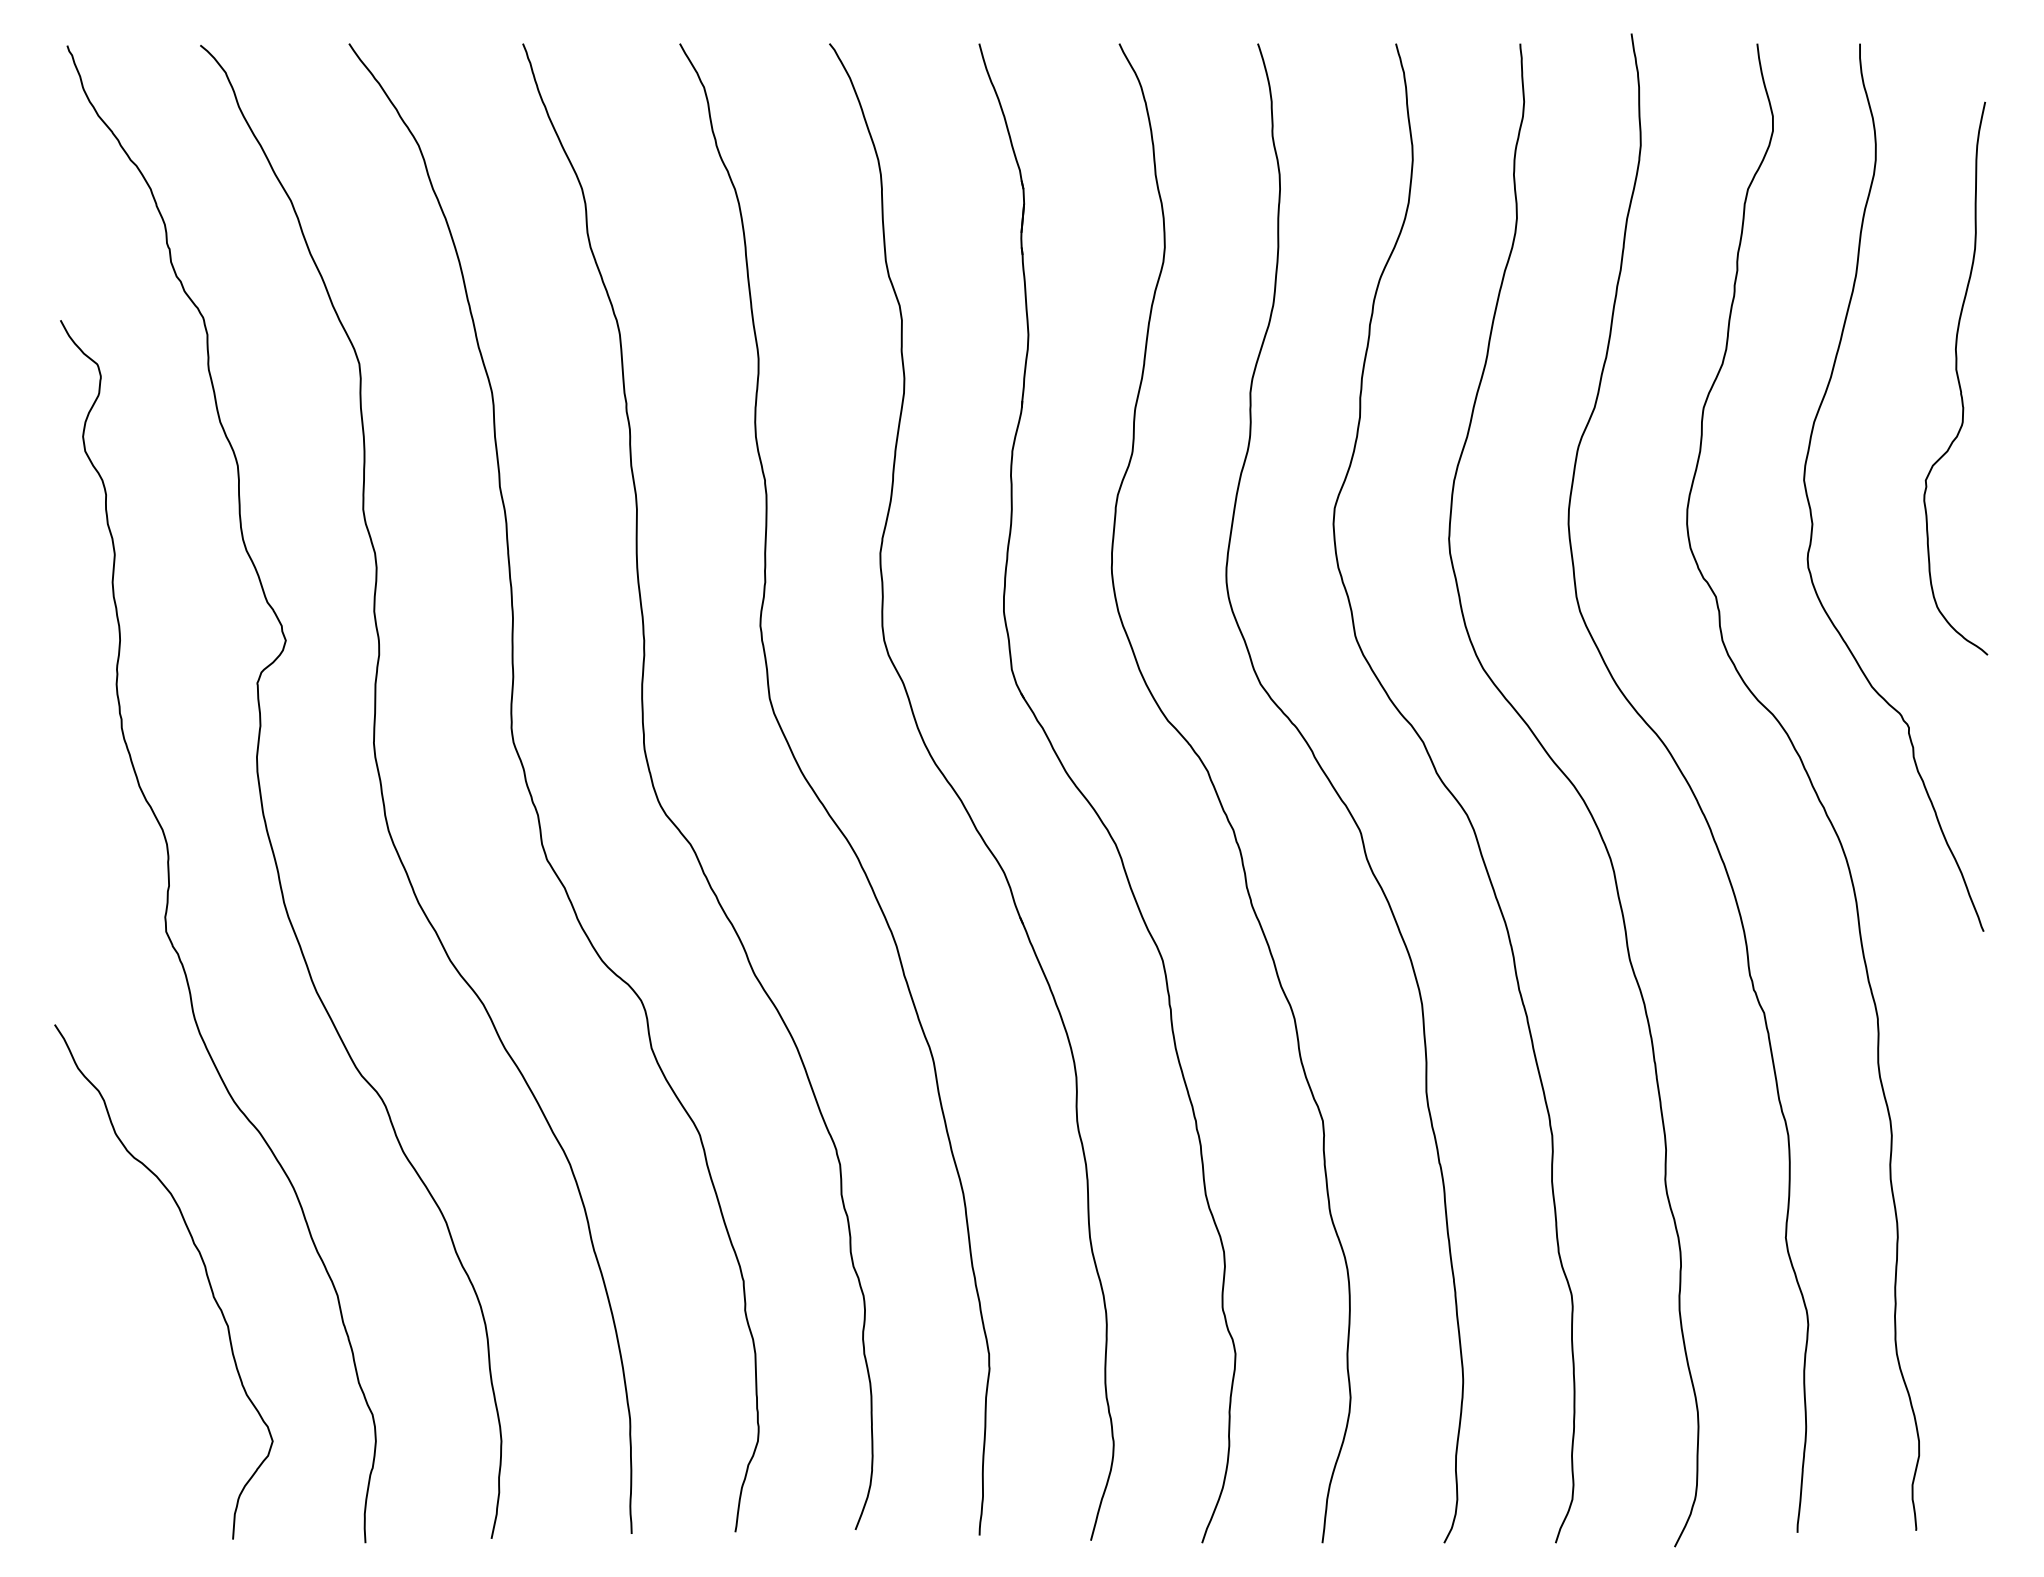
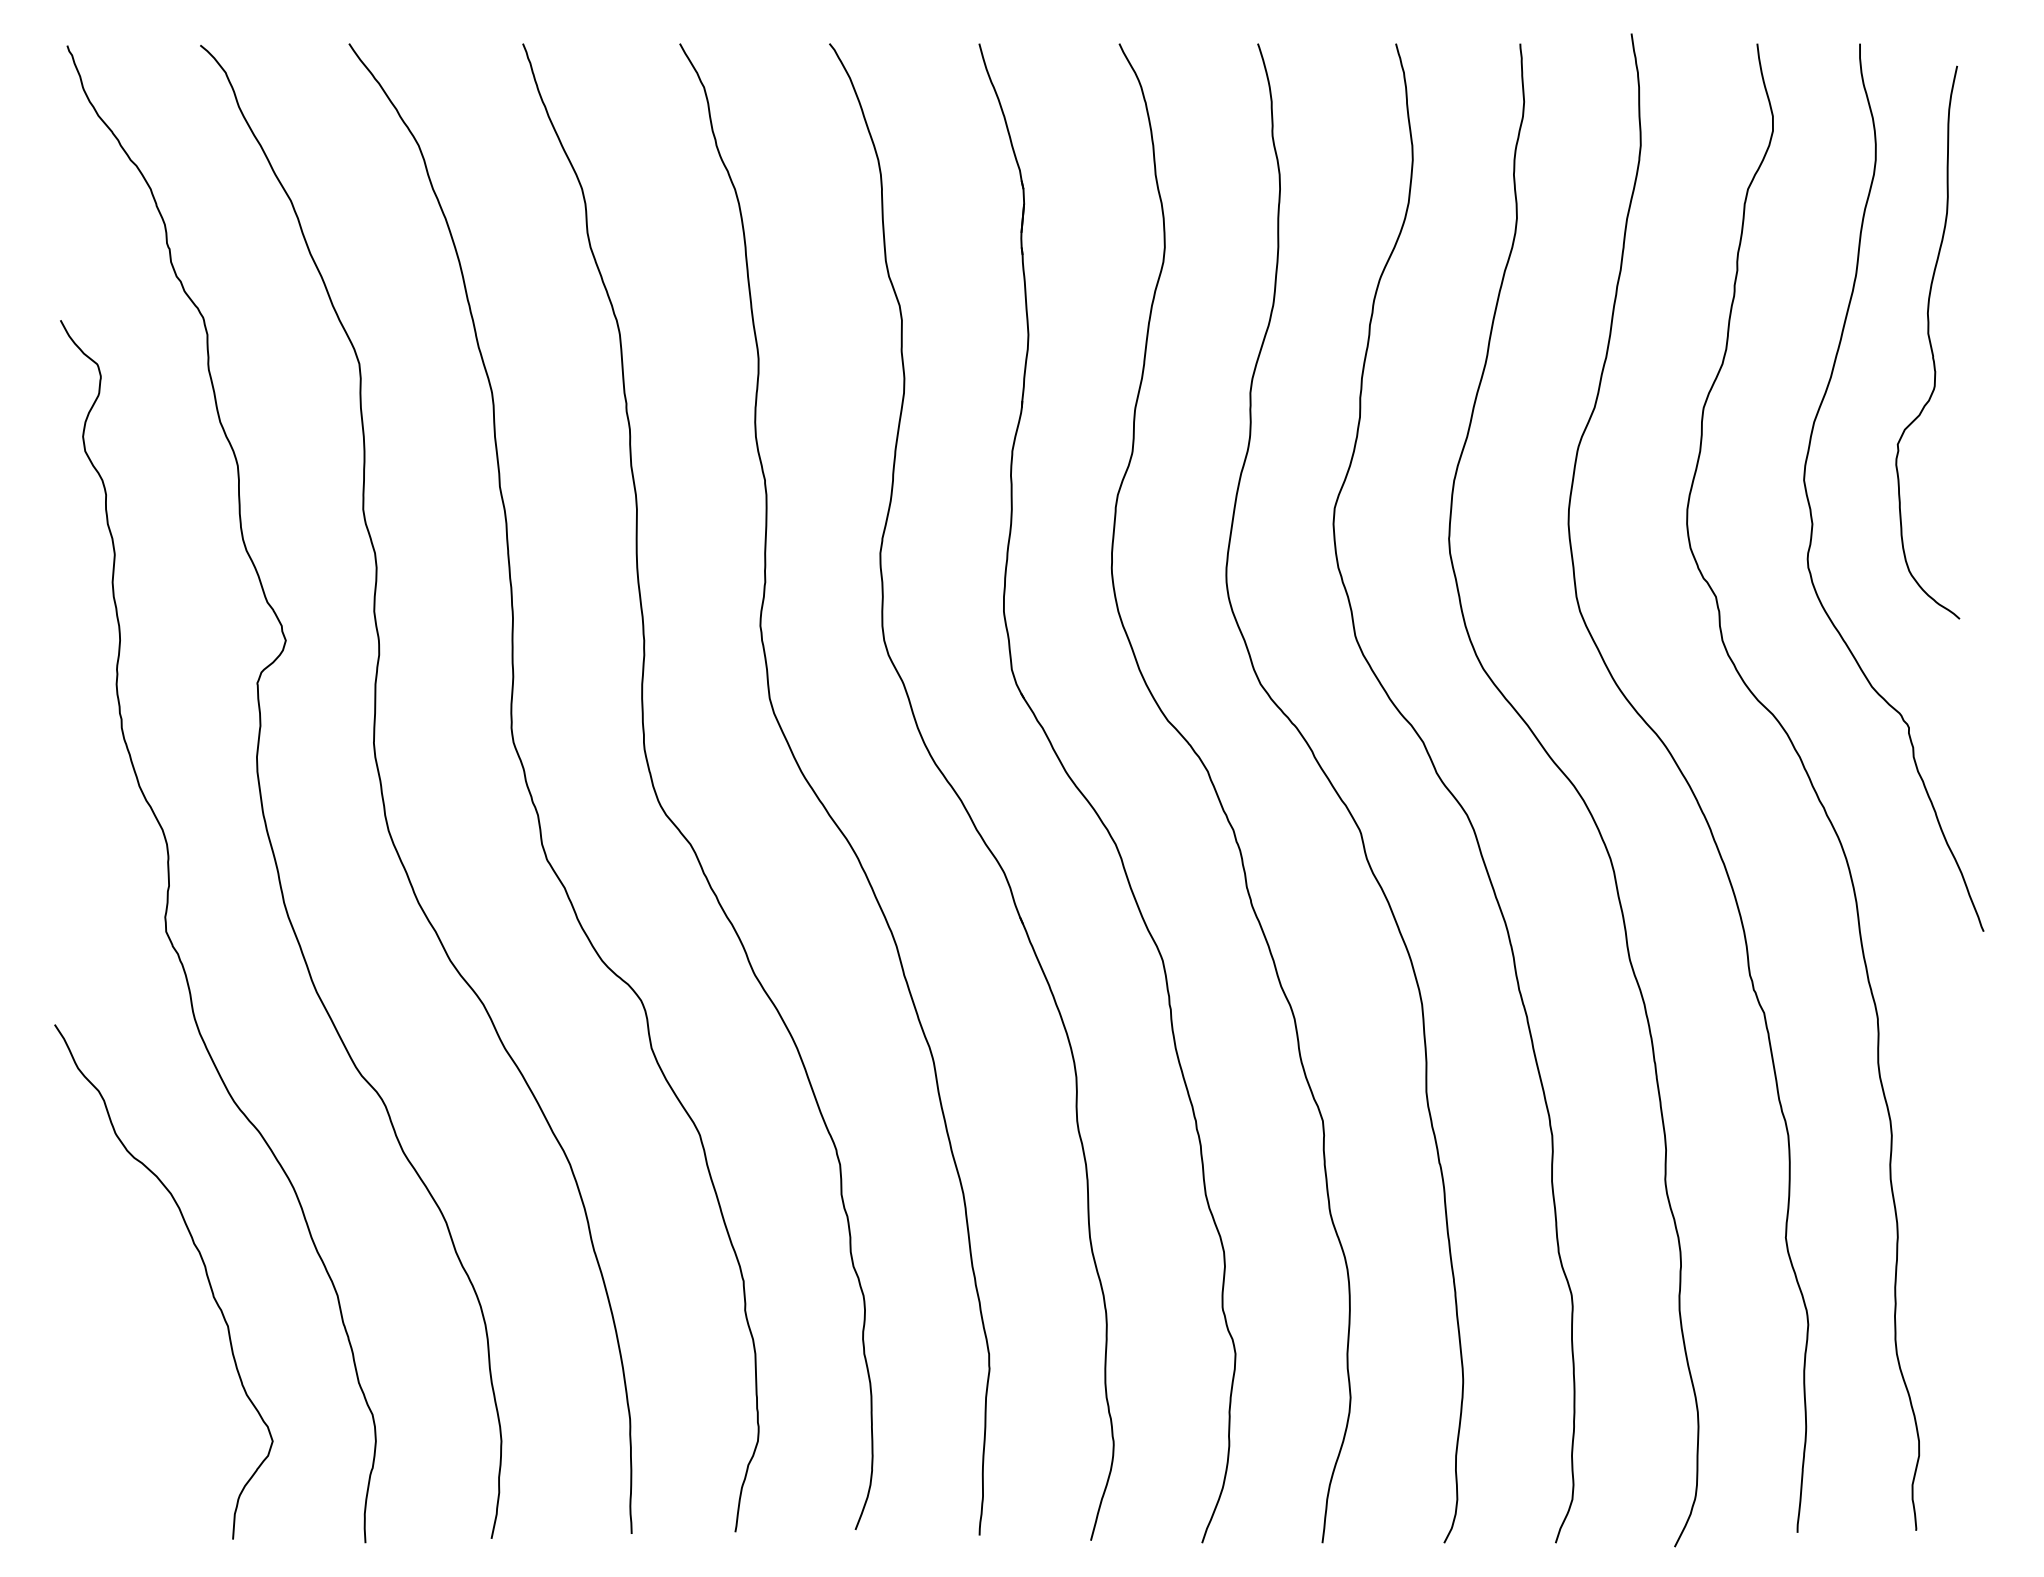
curve at (1957, 378) position: (1957, 378) -> (1929, 342)
